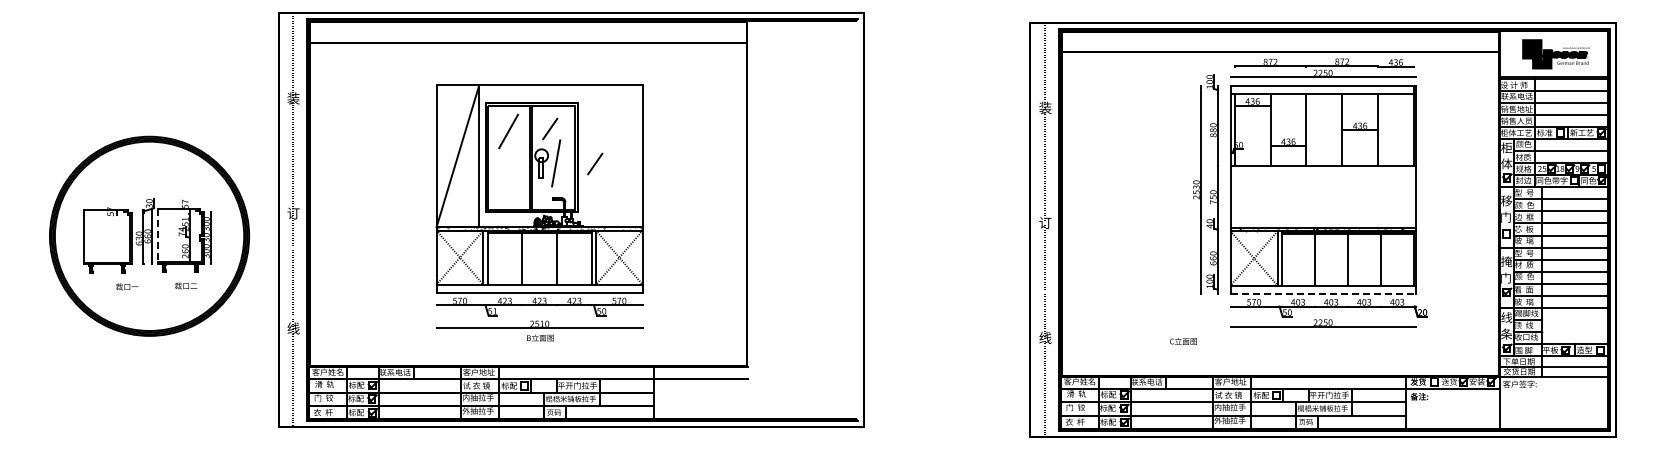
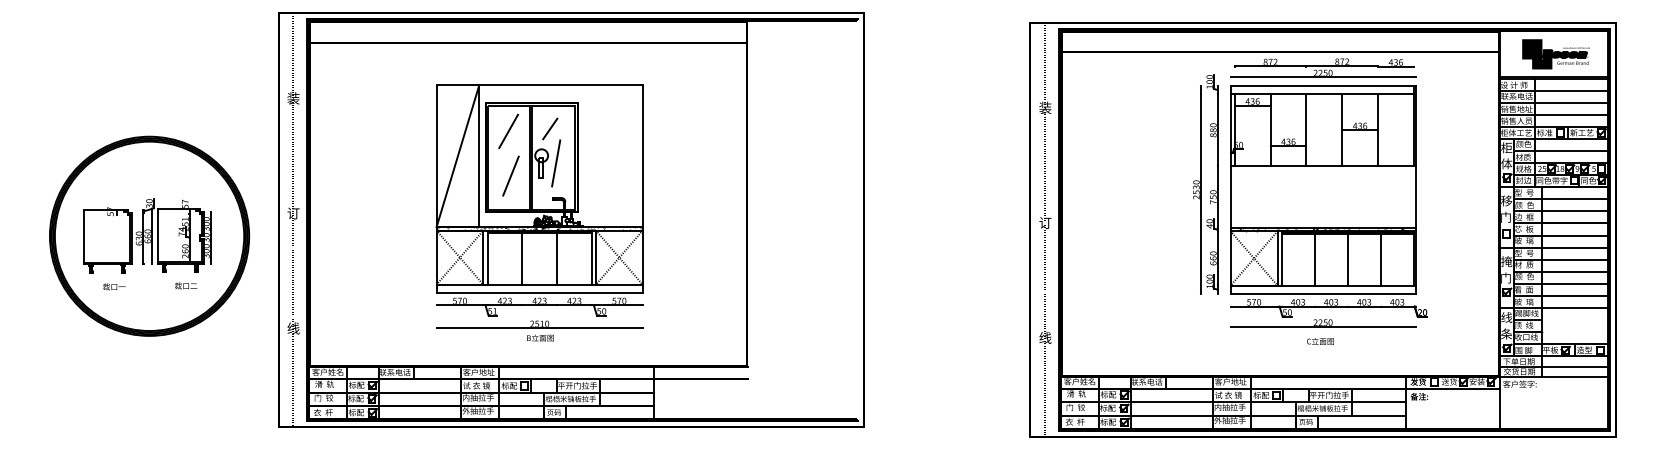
line at (595, 163): present -> none
line at (510, 175): none -> present
line at (157, 236): dashed -> solid
text at (127, 286) position: (127, 286) -> (114, 286)
line at (1323, 293): dashed -> solid
text at (1183, 341) position: (1183, 341) -> (1320, 341)
